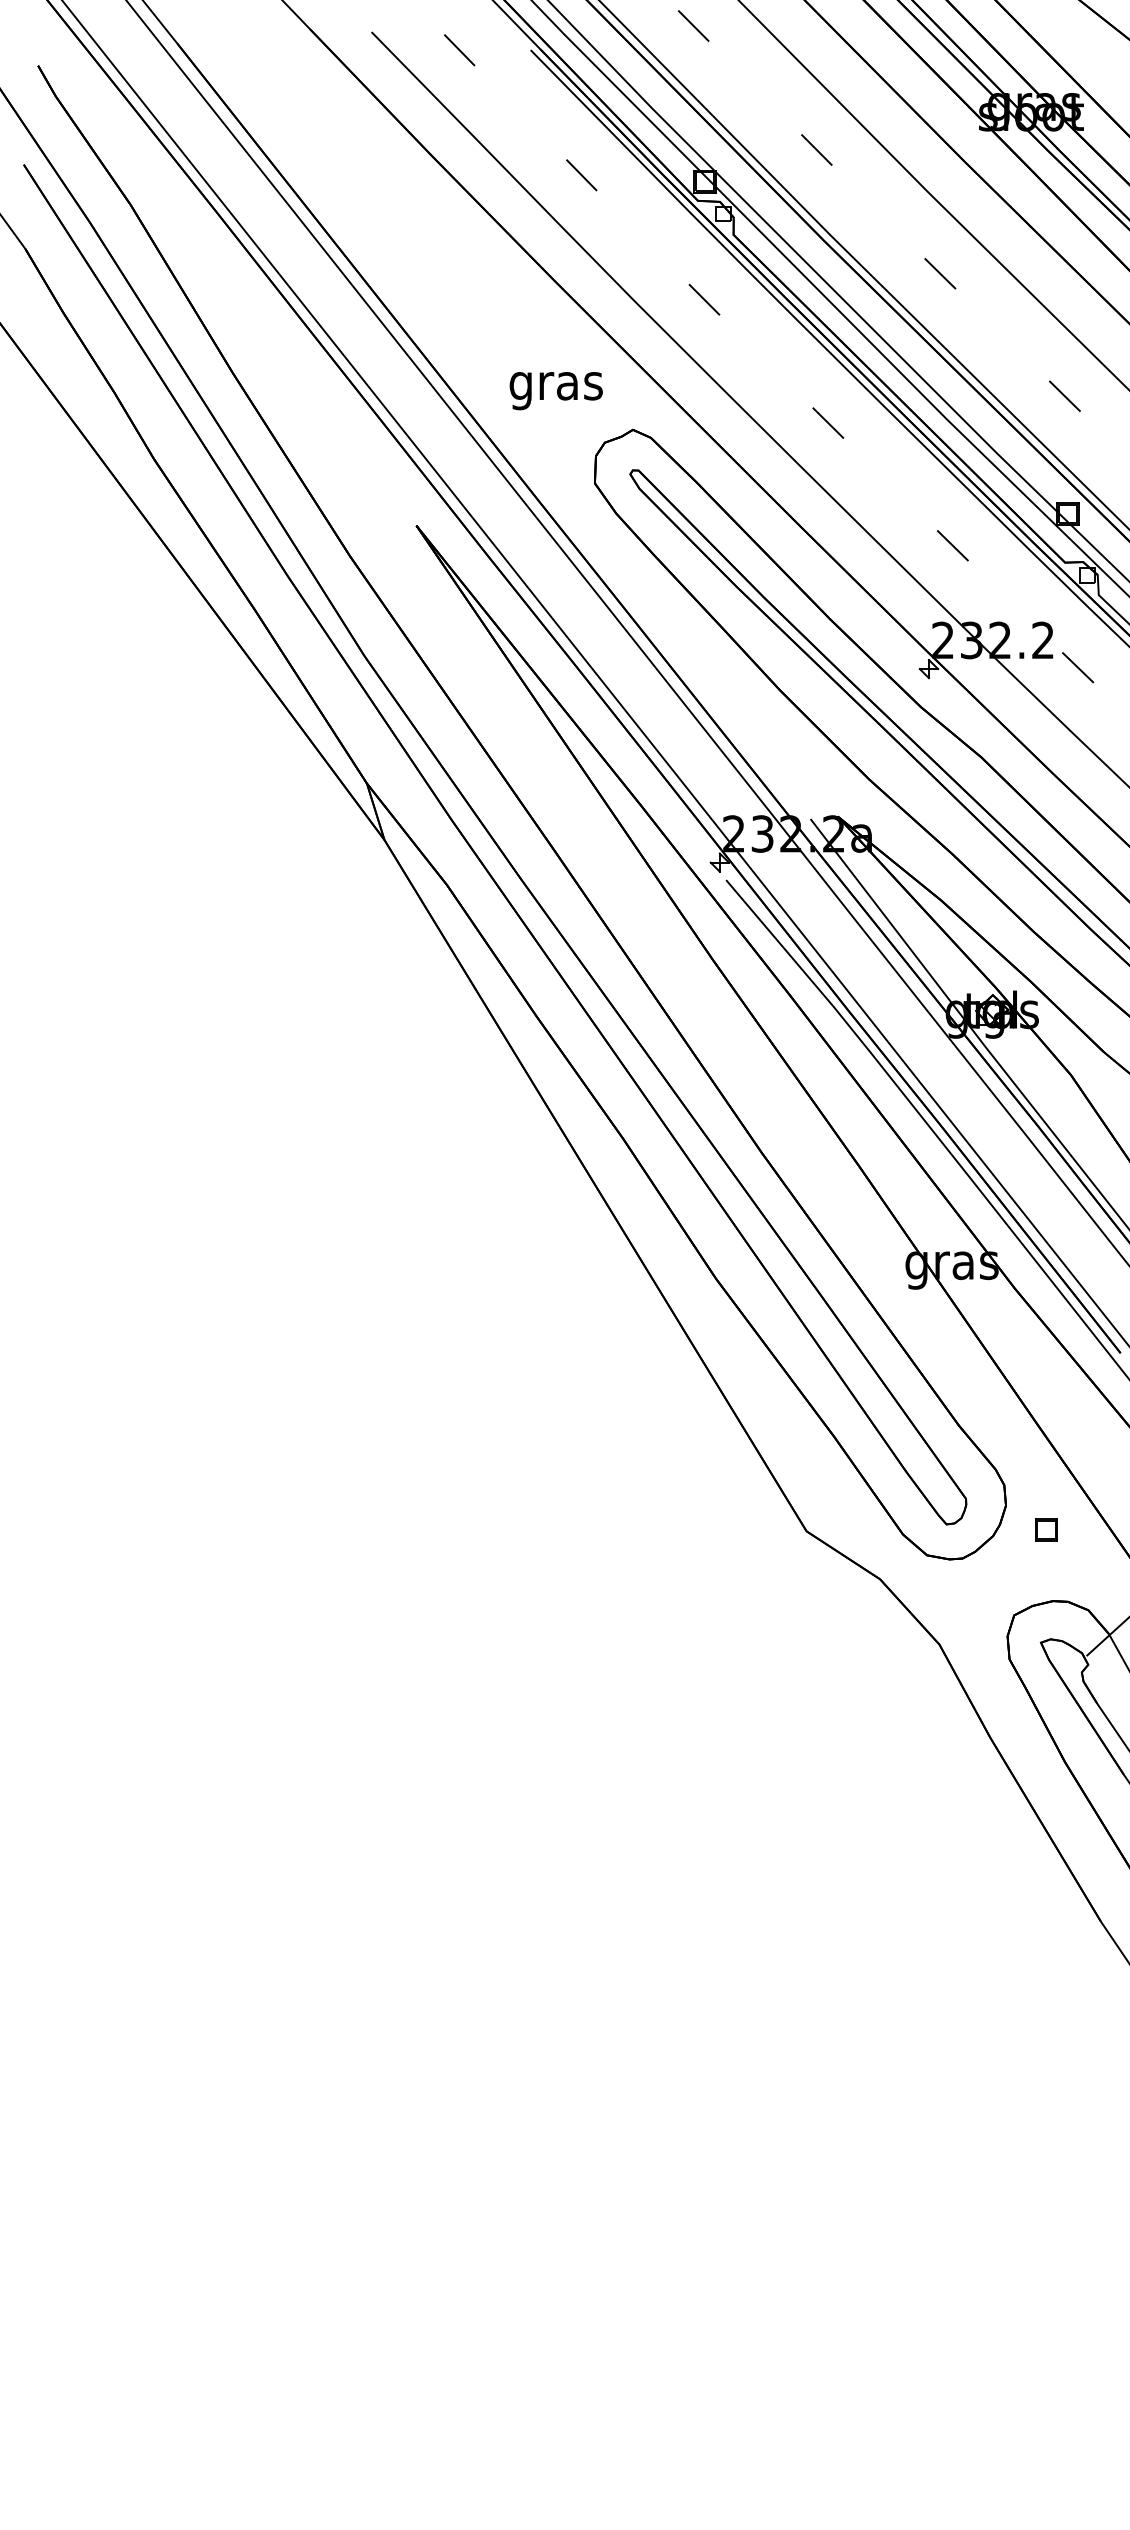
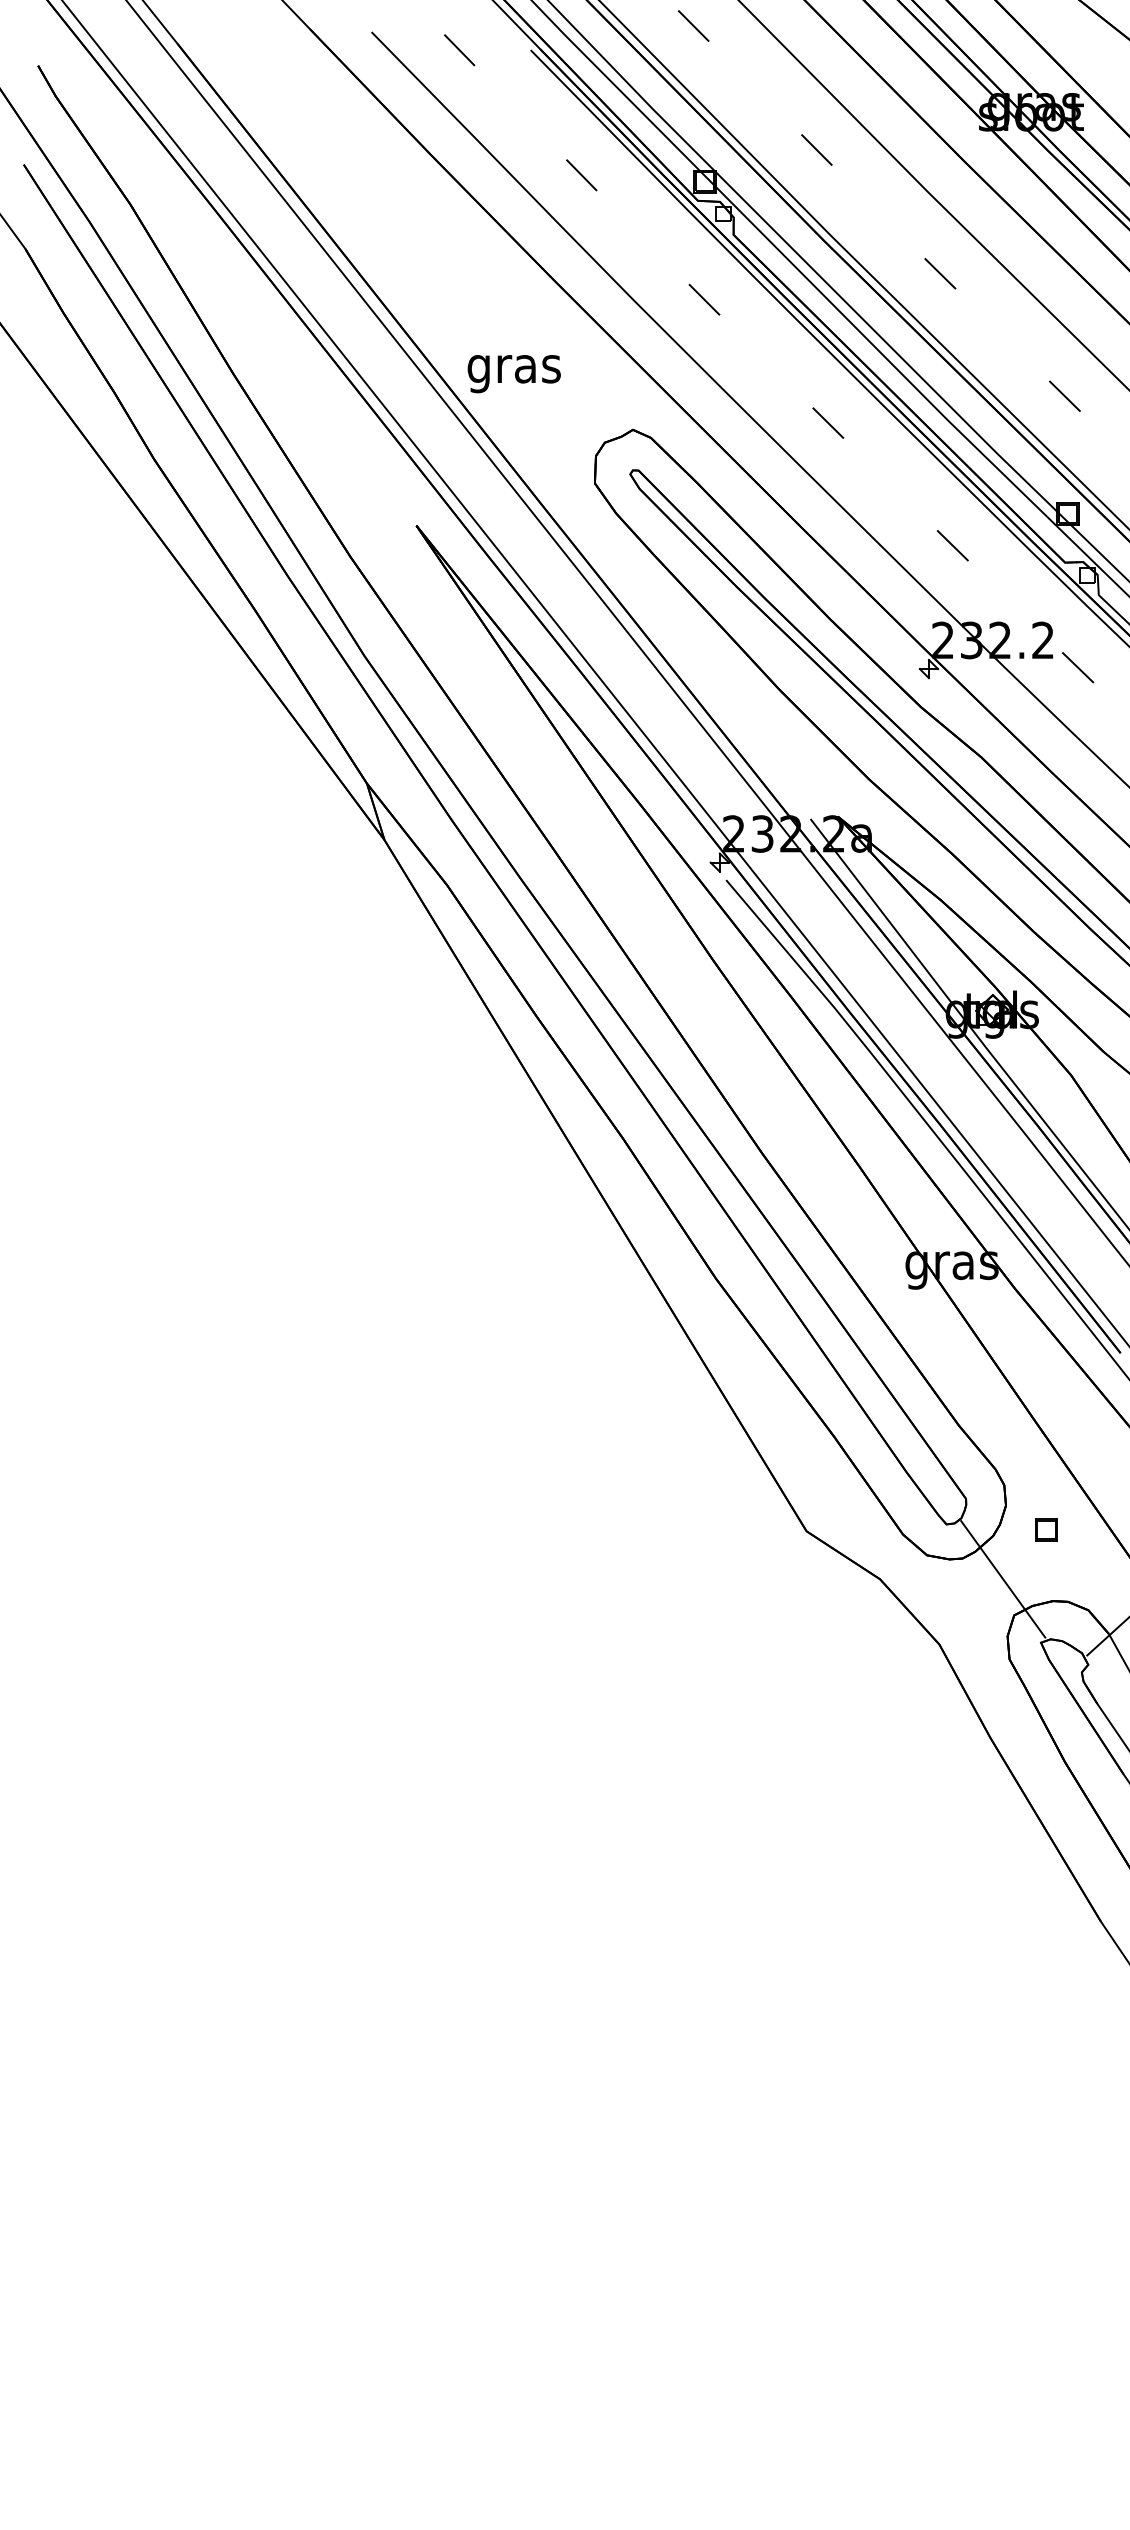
text at (555, 391) position: (555, 391) -> (513, 374)
line at (1003, 1579): none -> present
